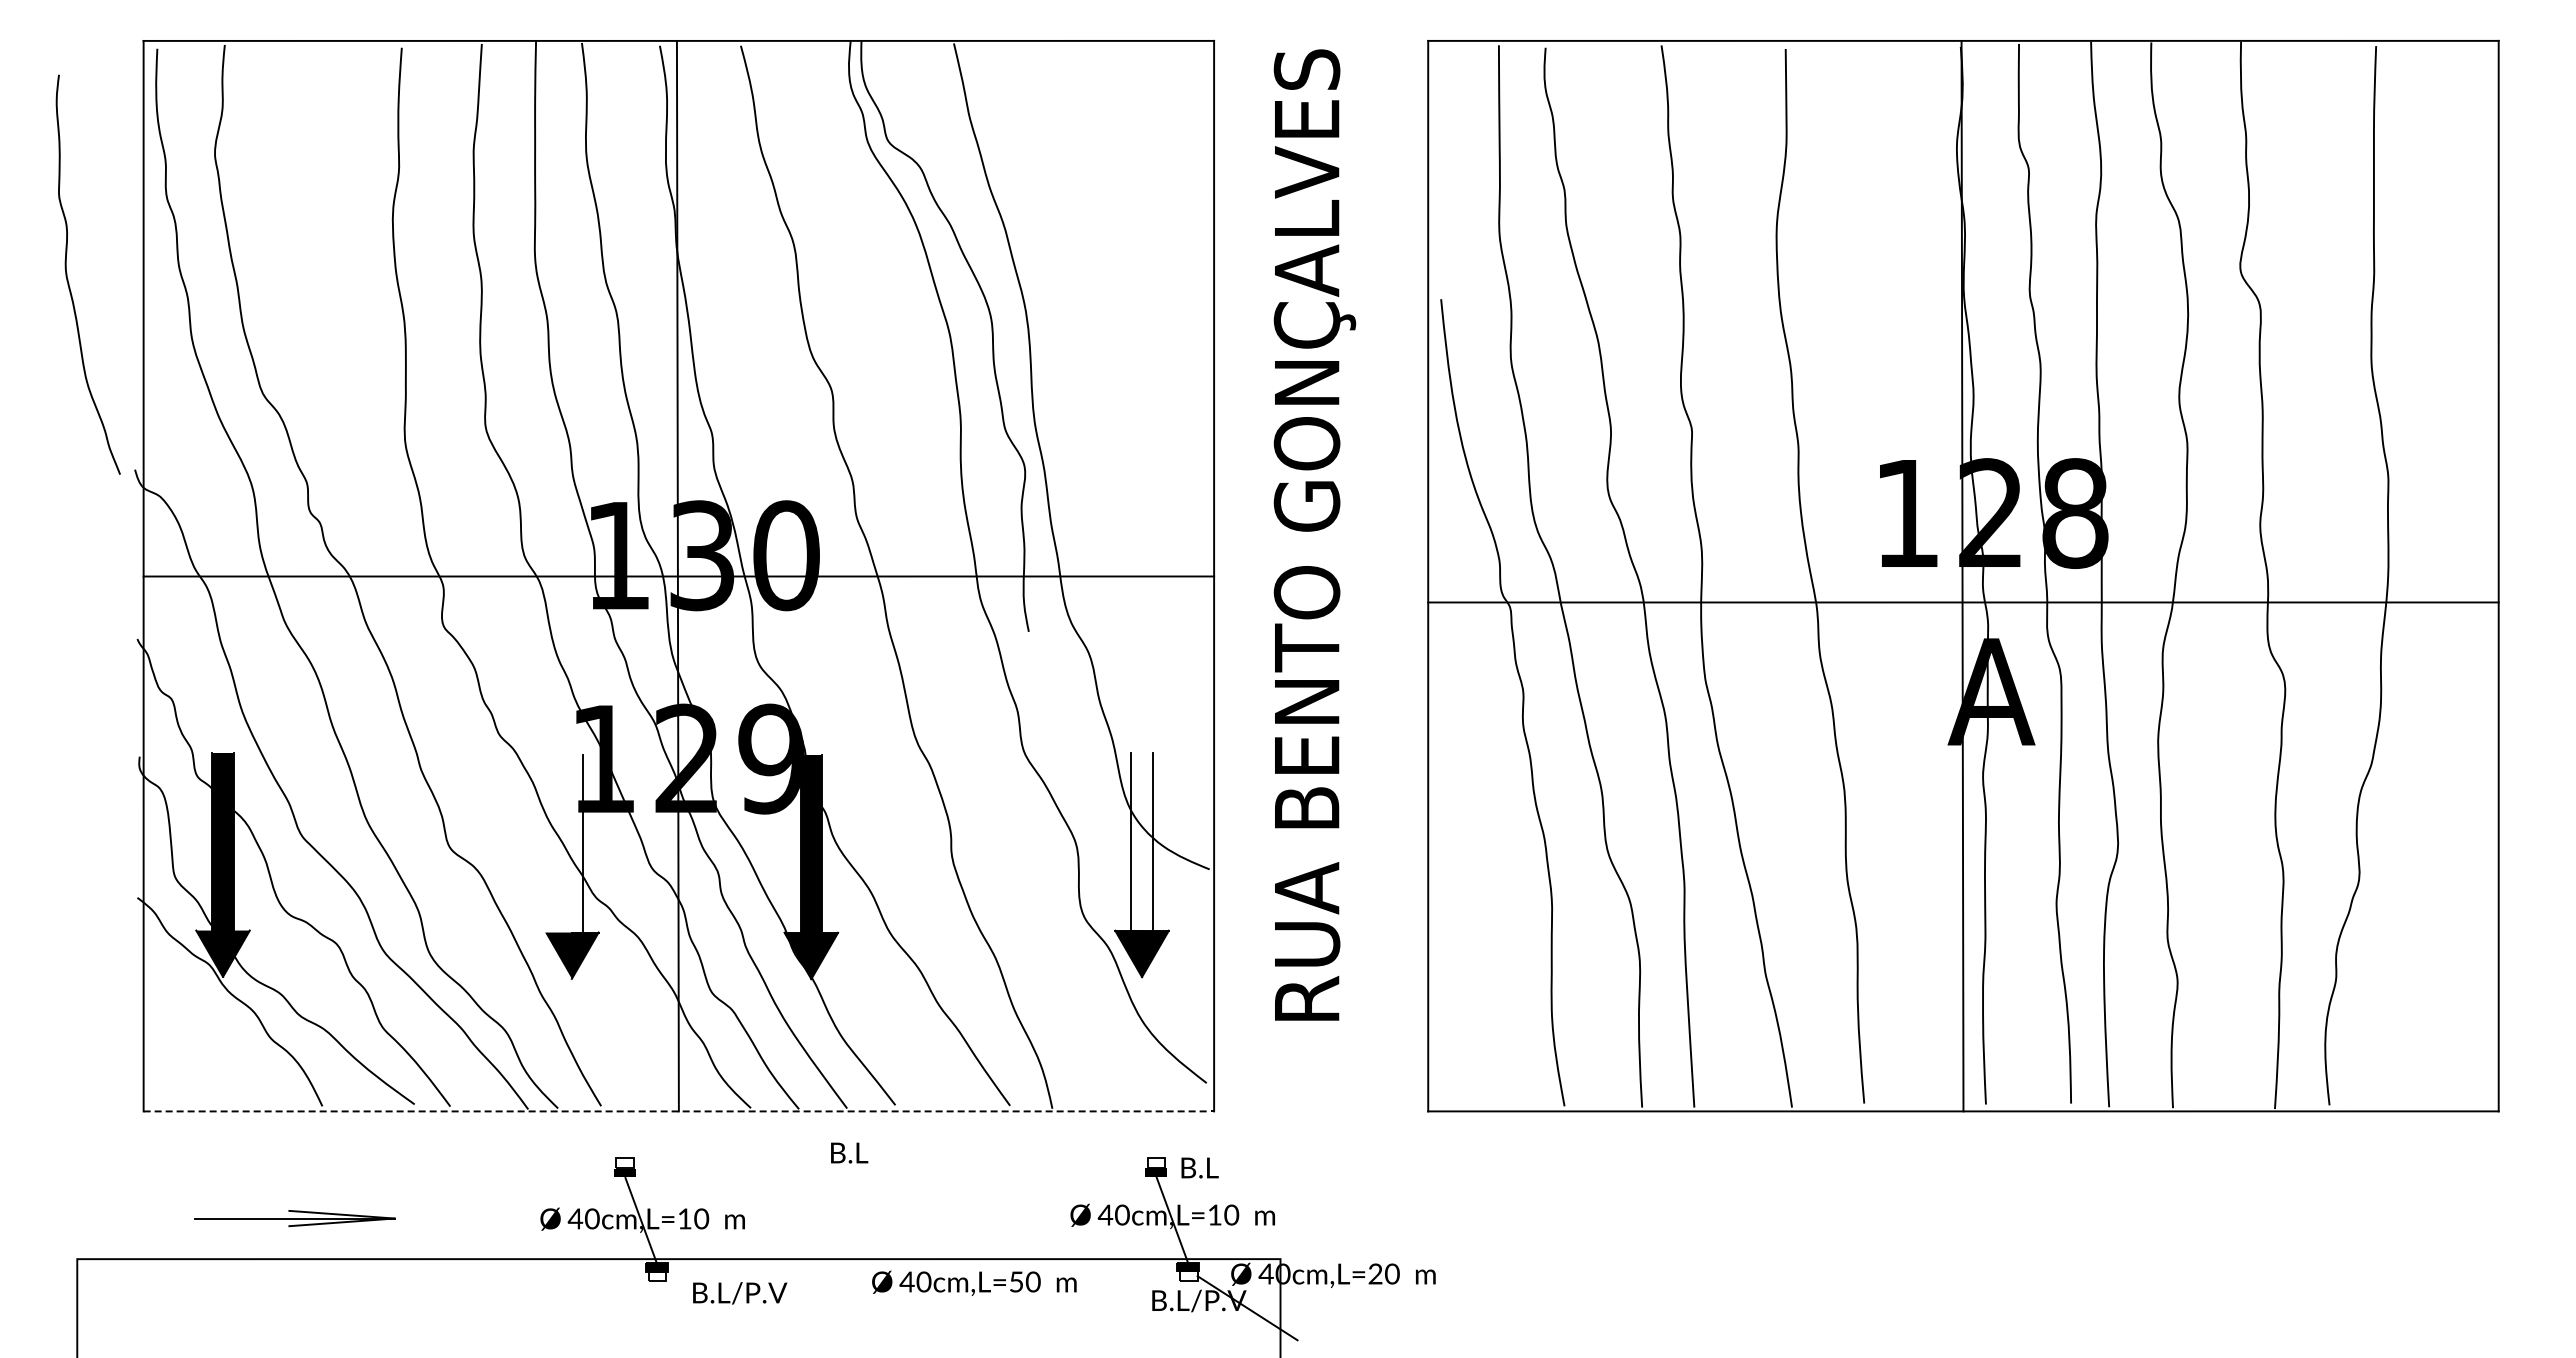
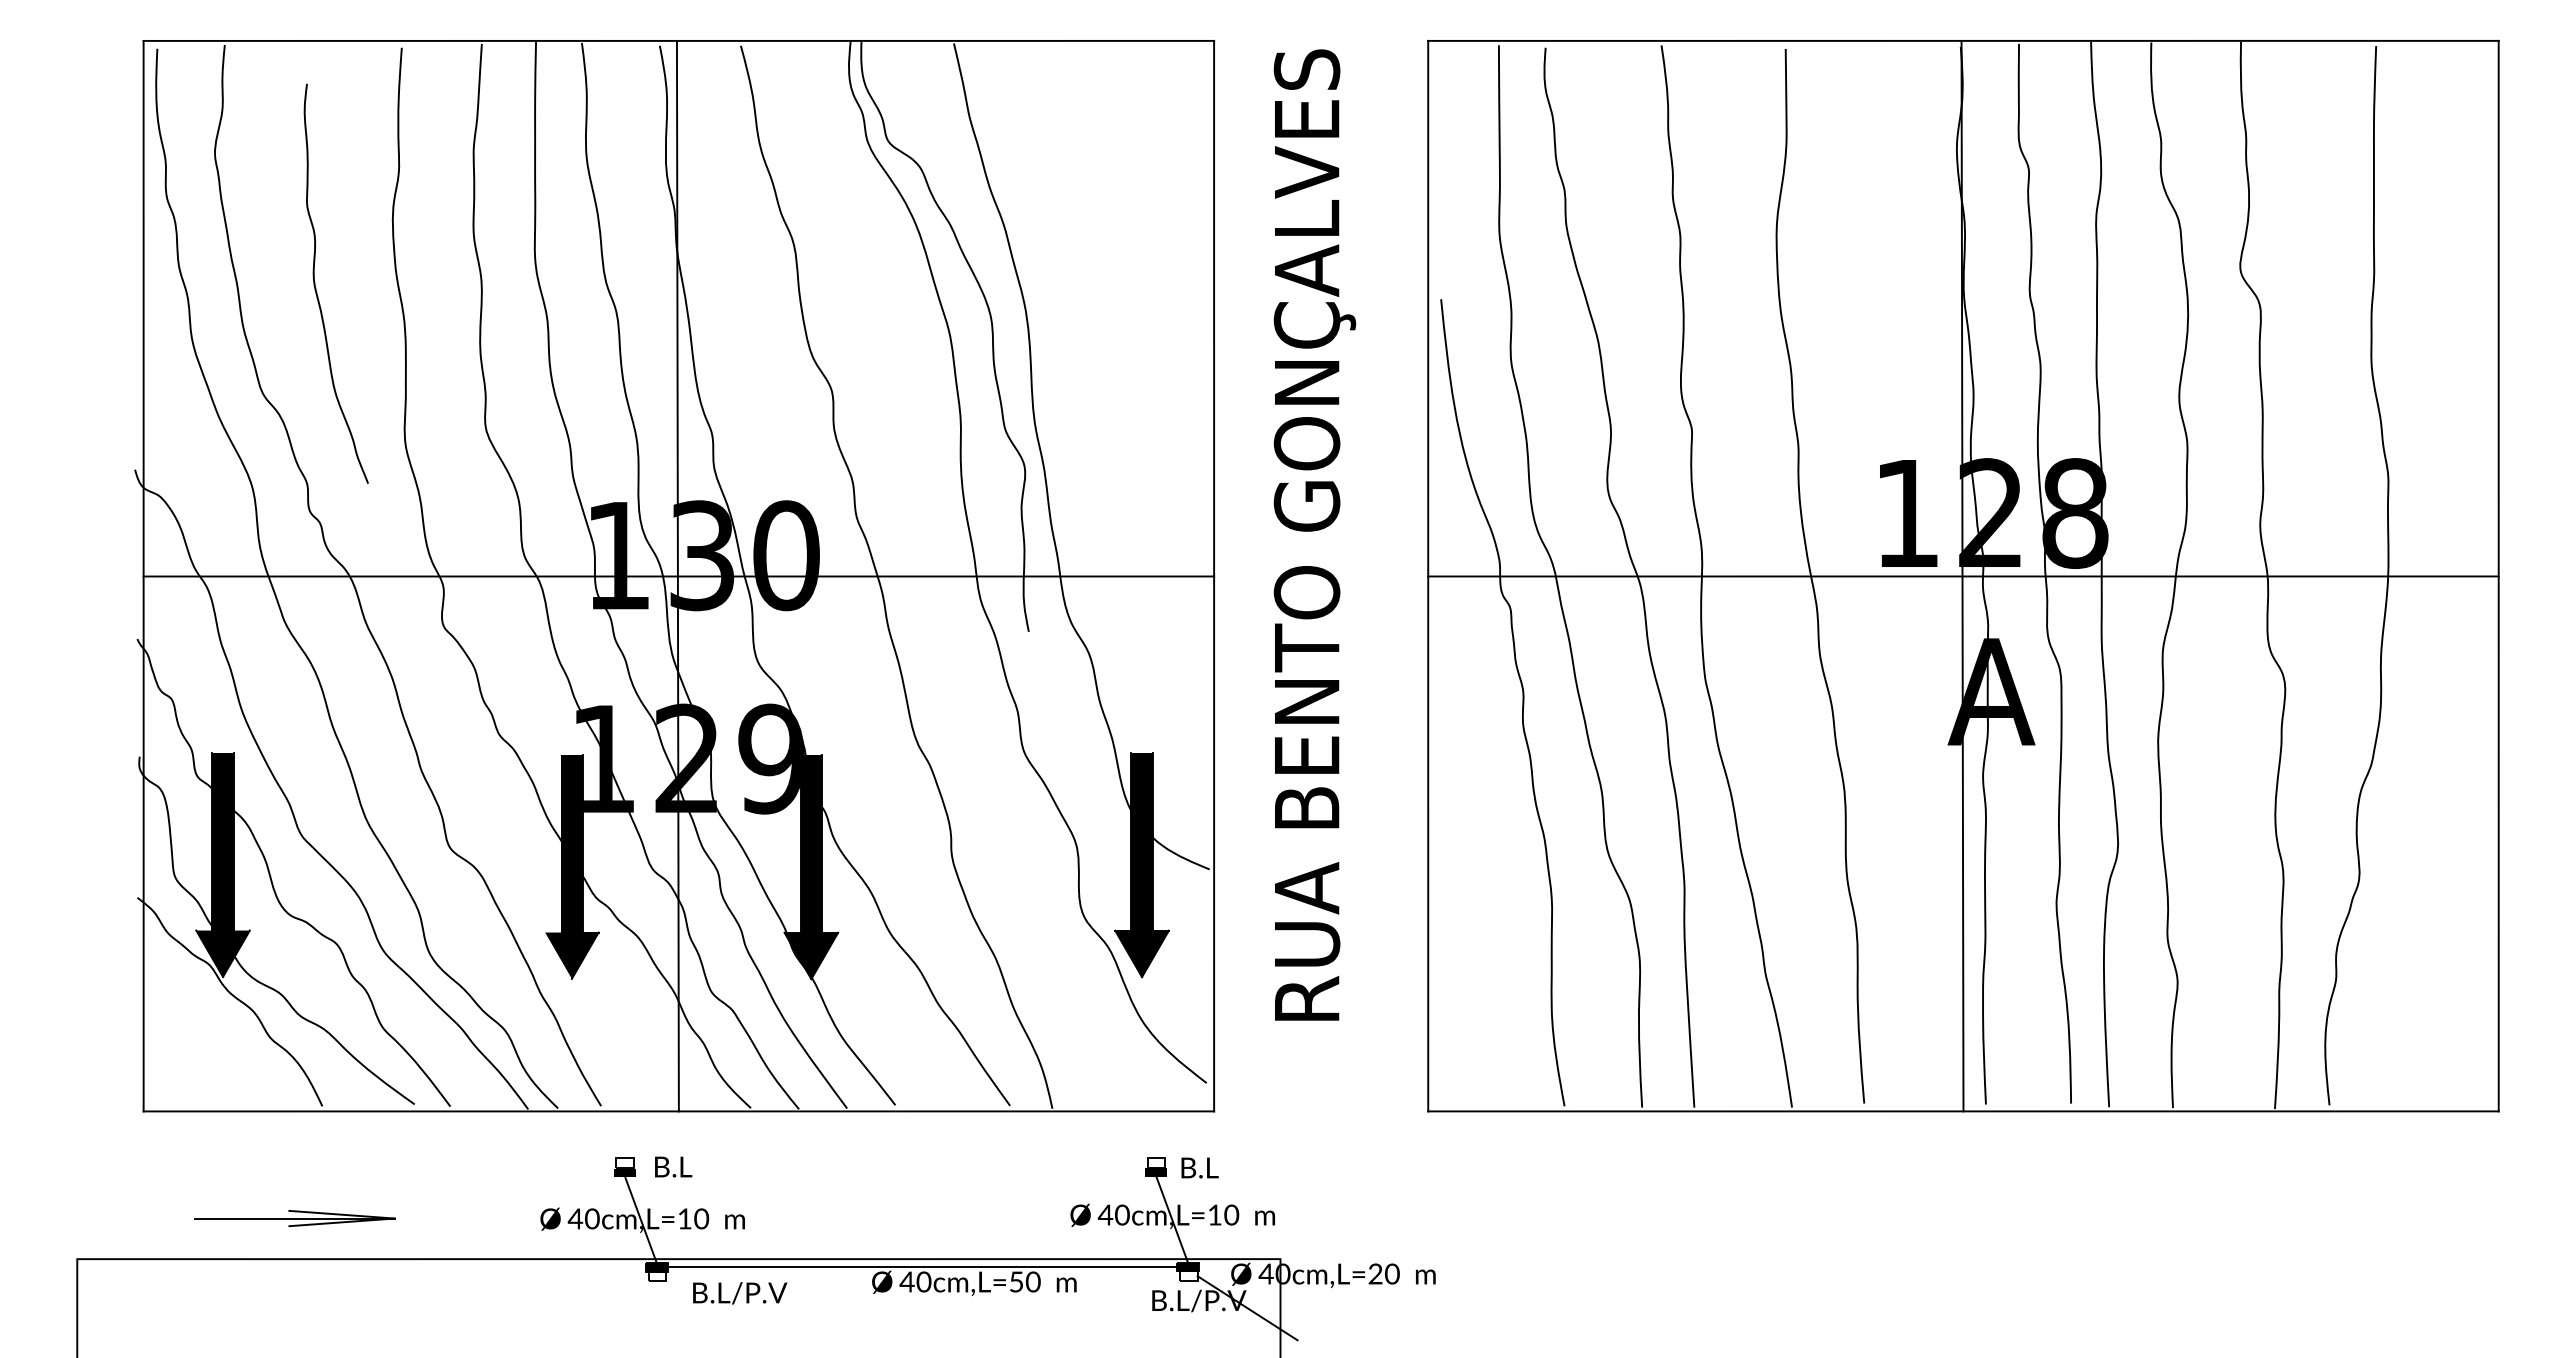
curve at (68, 279) position: (68, 279) -> (316, 288)
line at (1963, 602) position: (1963, 602) -> (1963, 576)
fill at (1141, 841): none -> present
fill at (571, 843): none -> present
line at (679, 1111): dashed -> solid
text at (849, 1152) position: (849, 1152) -> (673, 1166)
line at (911, 1266): none -> present
